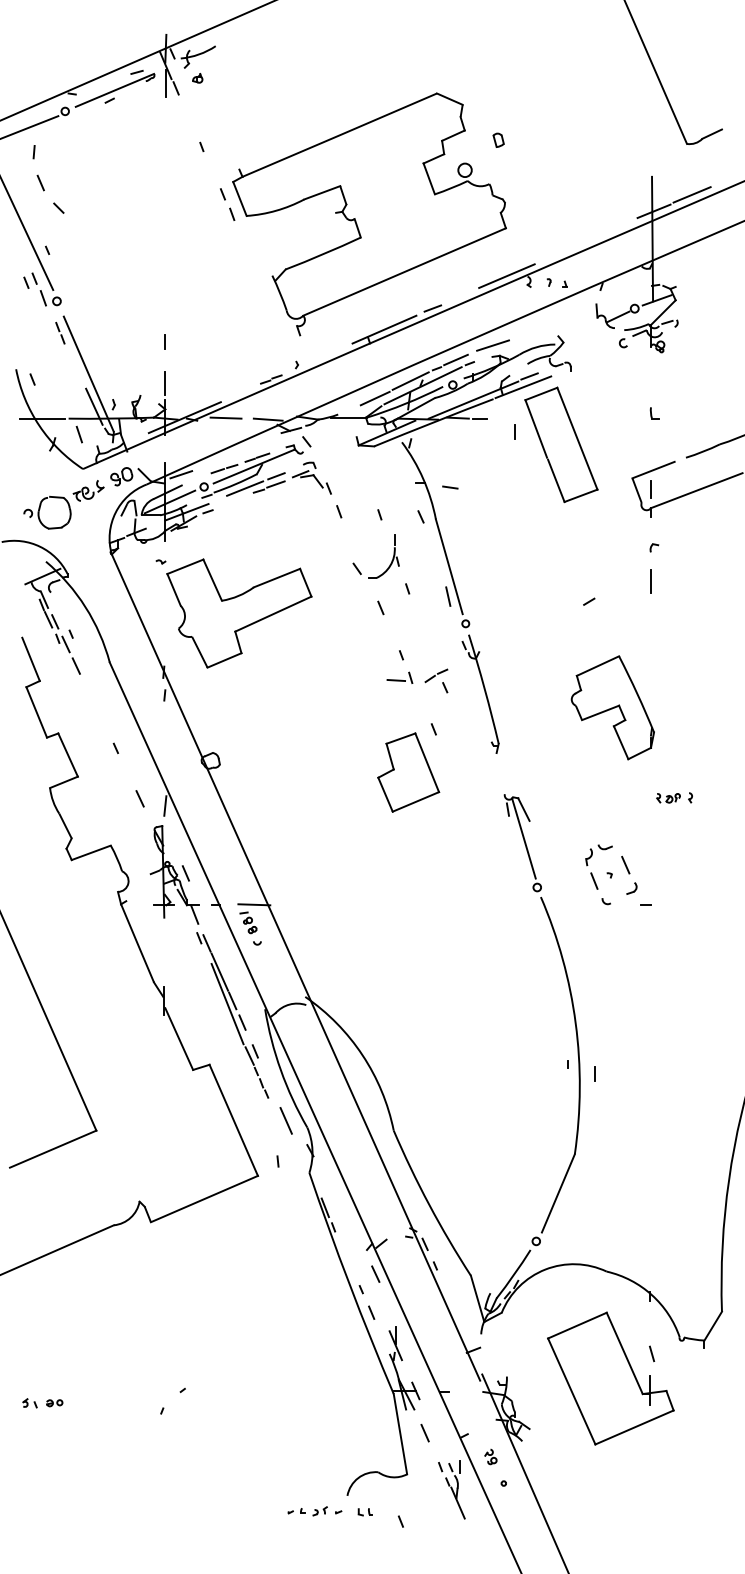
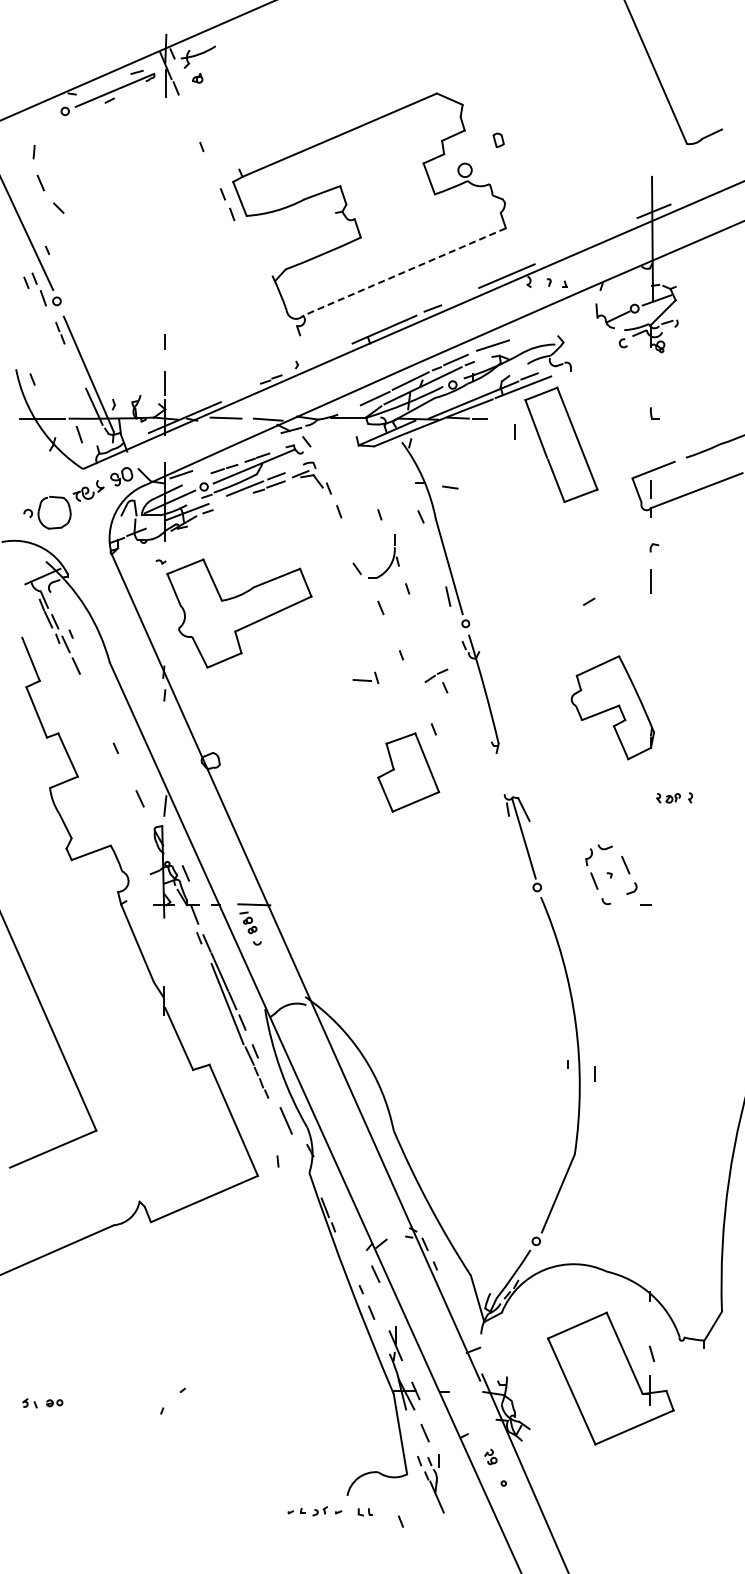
line at (30, 127): present -> none
line at (691, 194): present -> none
line at (404, 272): solid -> dashed
part at (399, 677) position: (399, 677) -> (365, 677)
part at (451, 1489) position: (451, 1489) -> (430, 1483)
